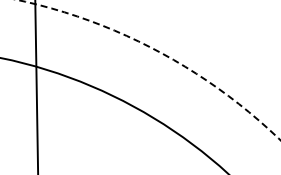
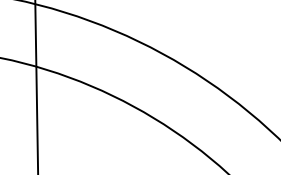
circle at (149, 70): dashed -> solid
